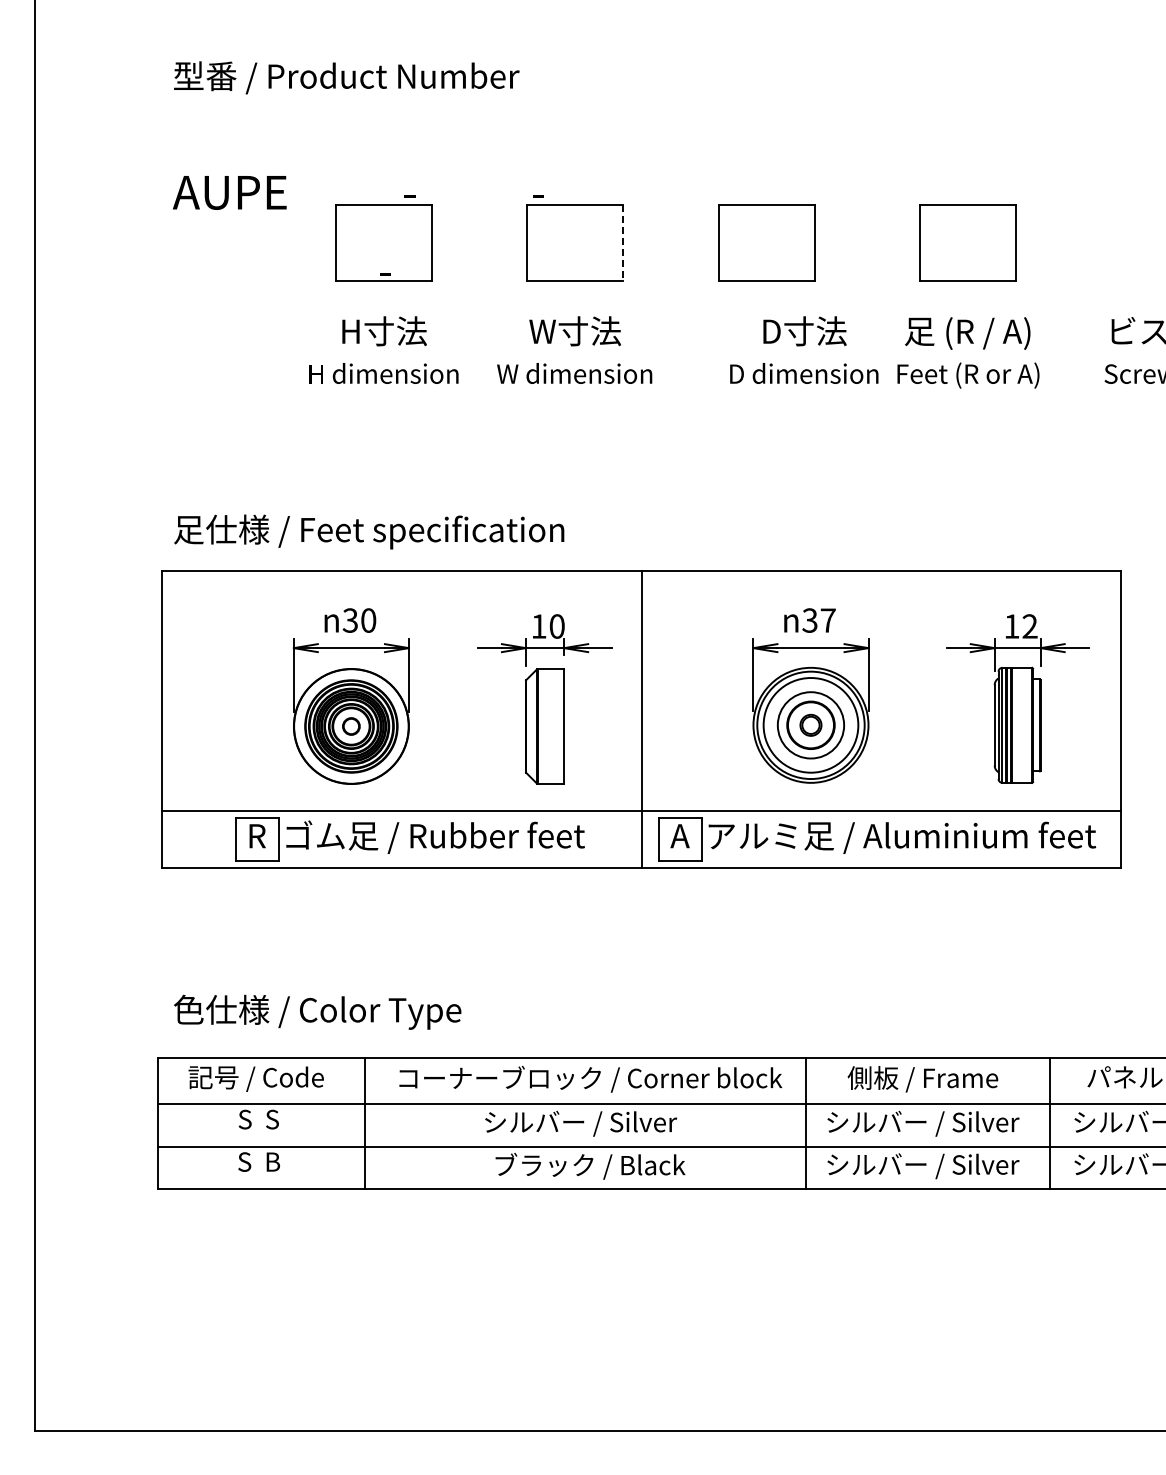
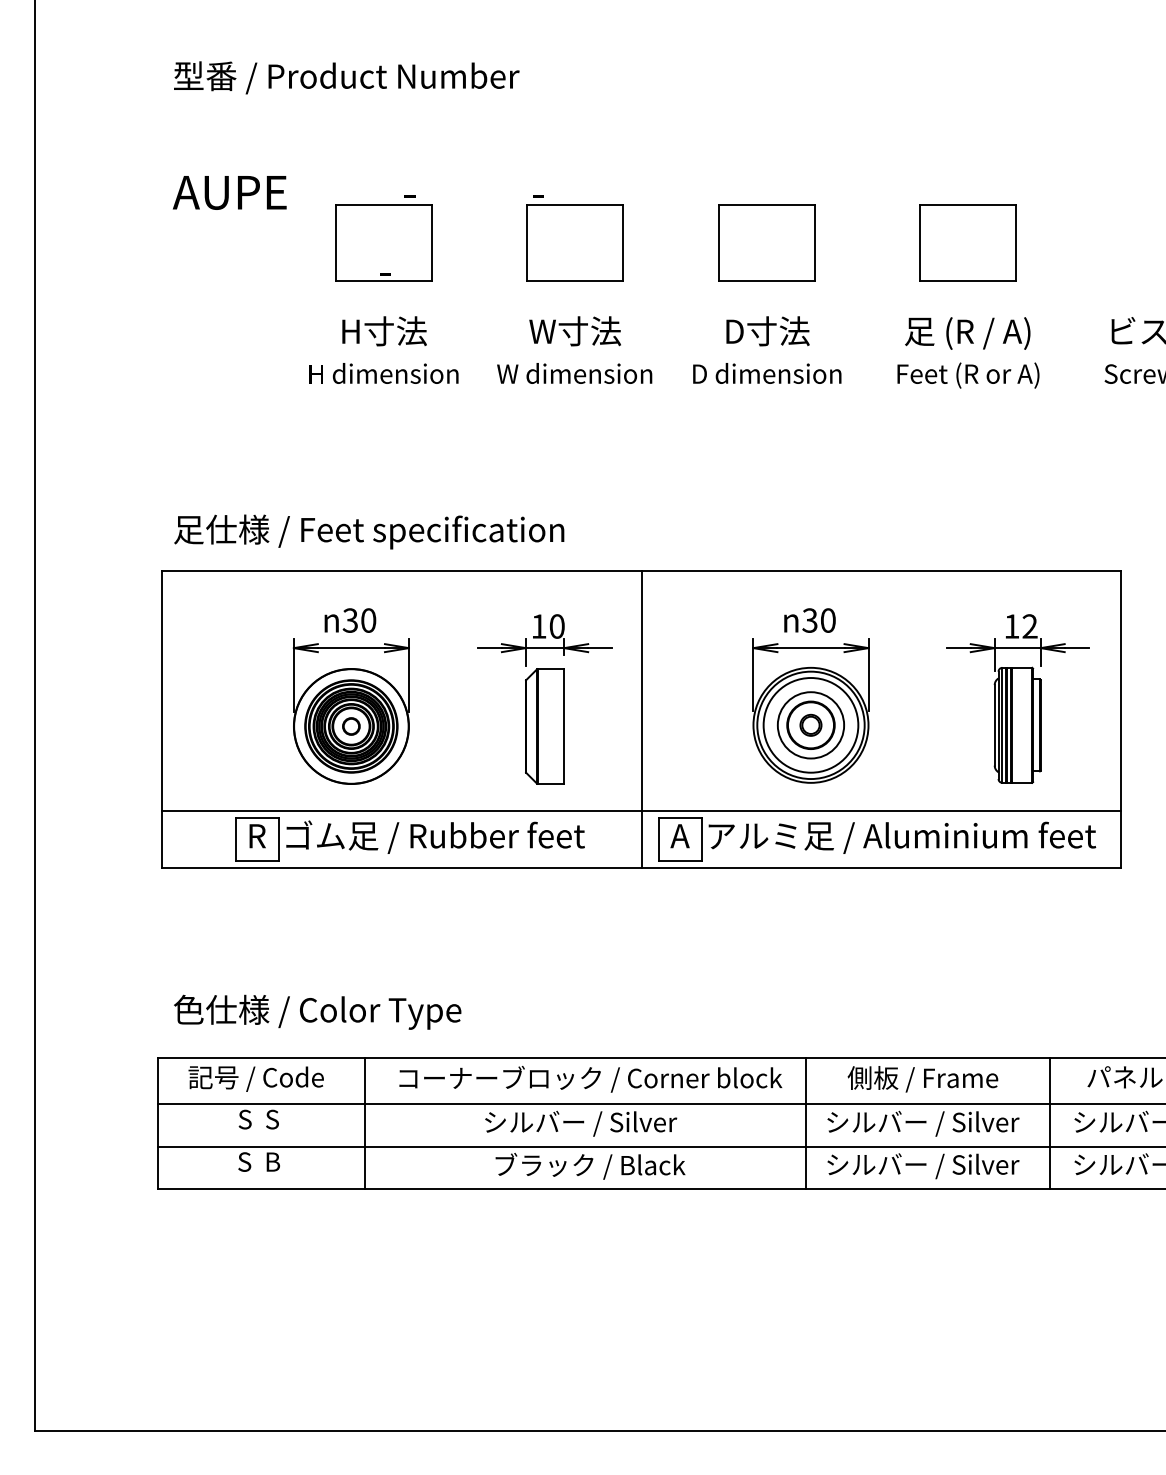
line at (623, 243): dashed -> solid
text at (804, 349) position: (804, 349) -> (767, 349)
text at (827, 620): 37 -> 30
